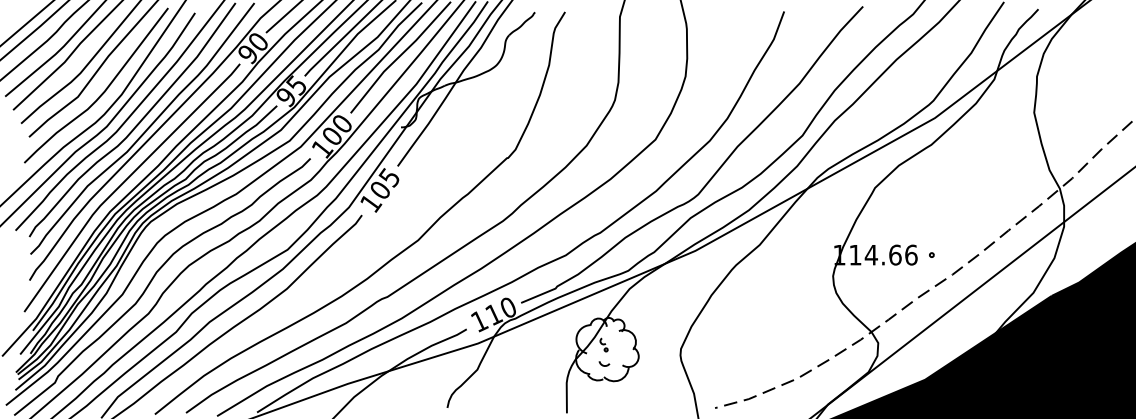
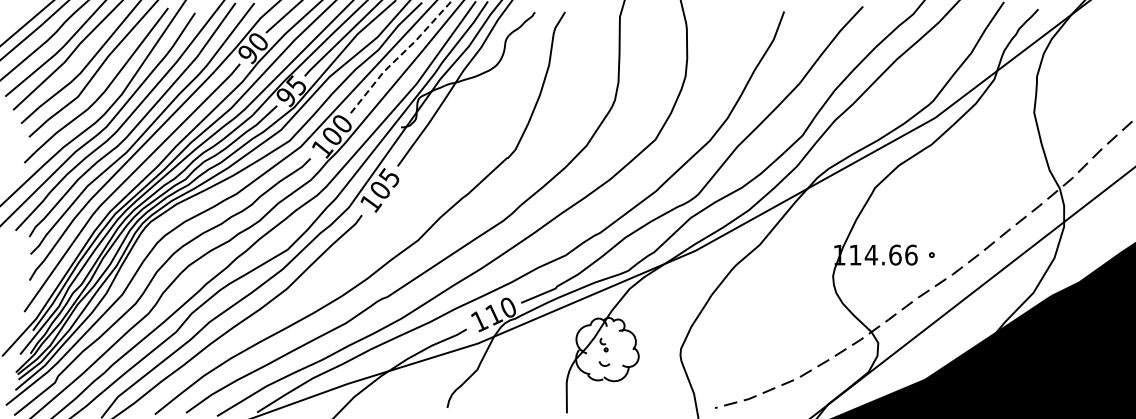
line at (399, 56): solid -> dashed
